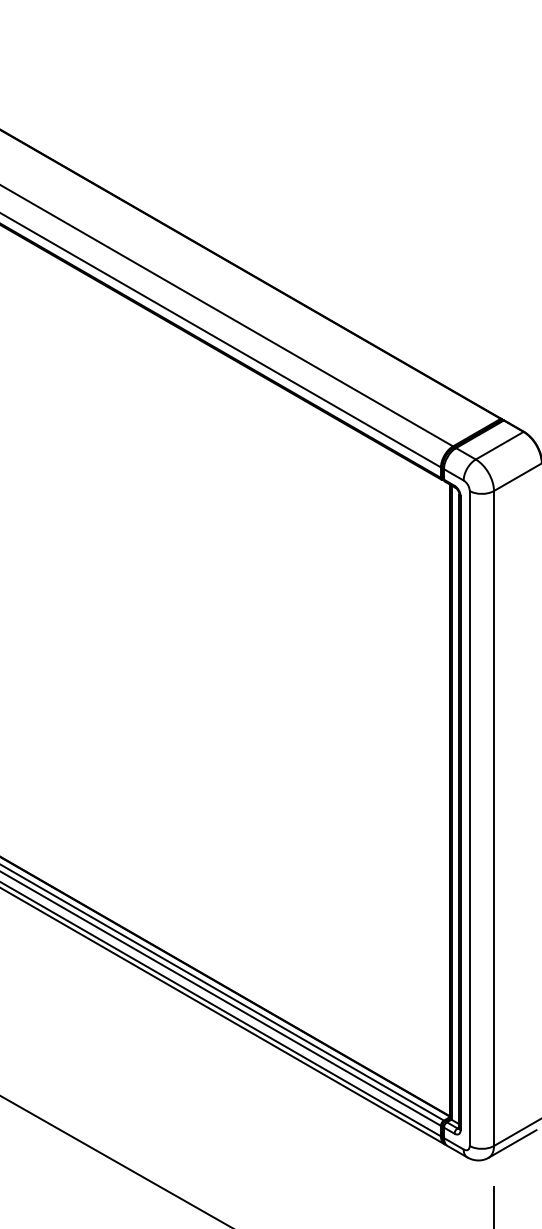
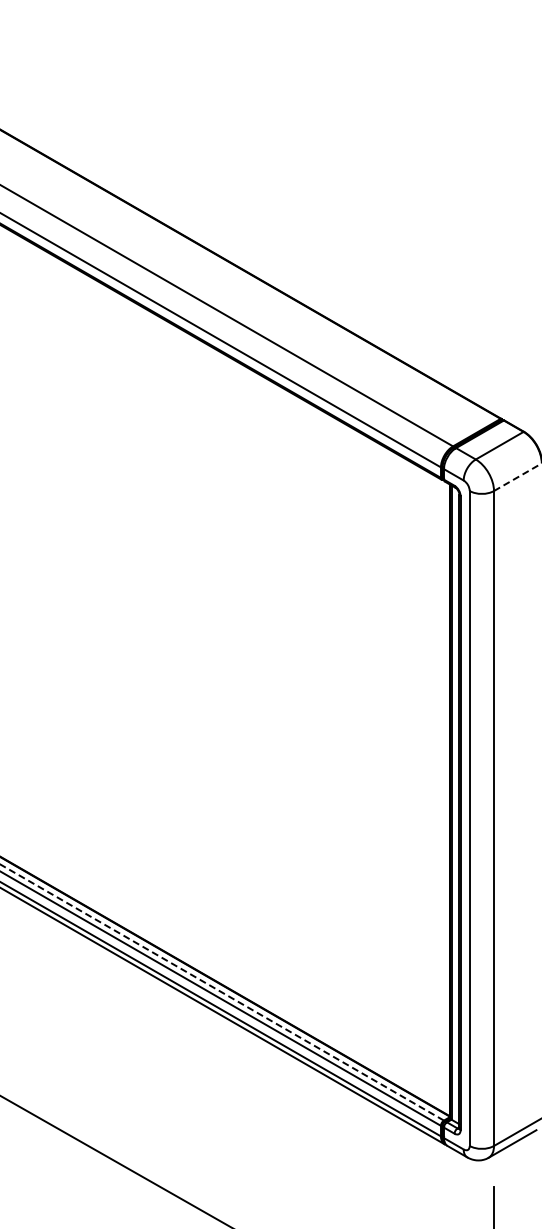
line at (517, 477): solid -> dashed
line at (222, 992): solid -> dashed
